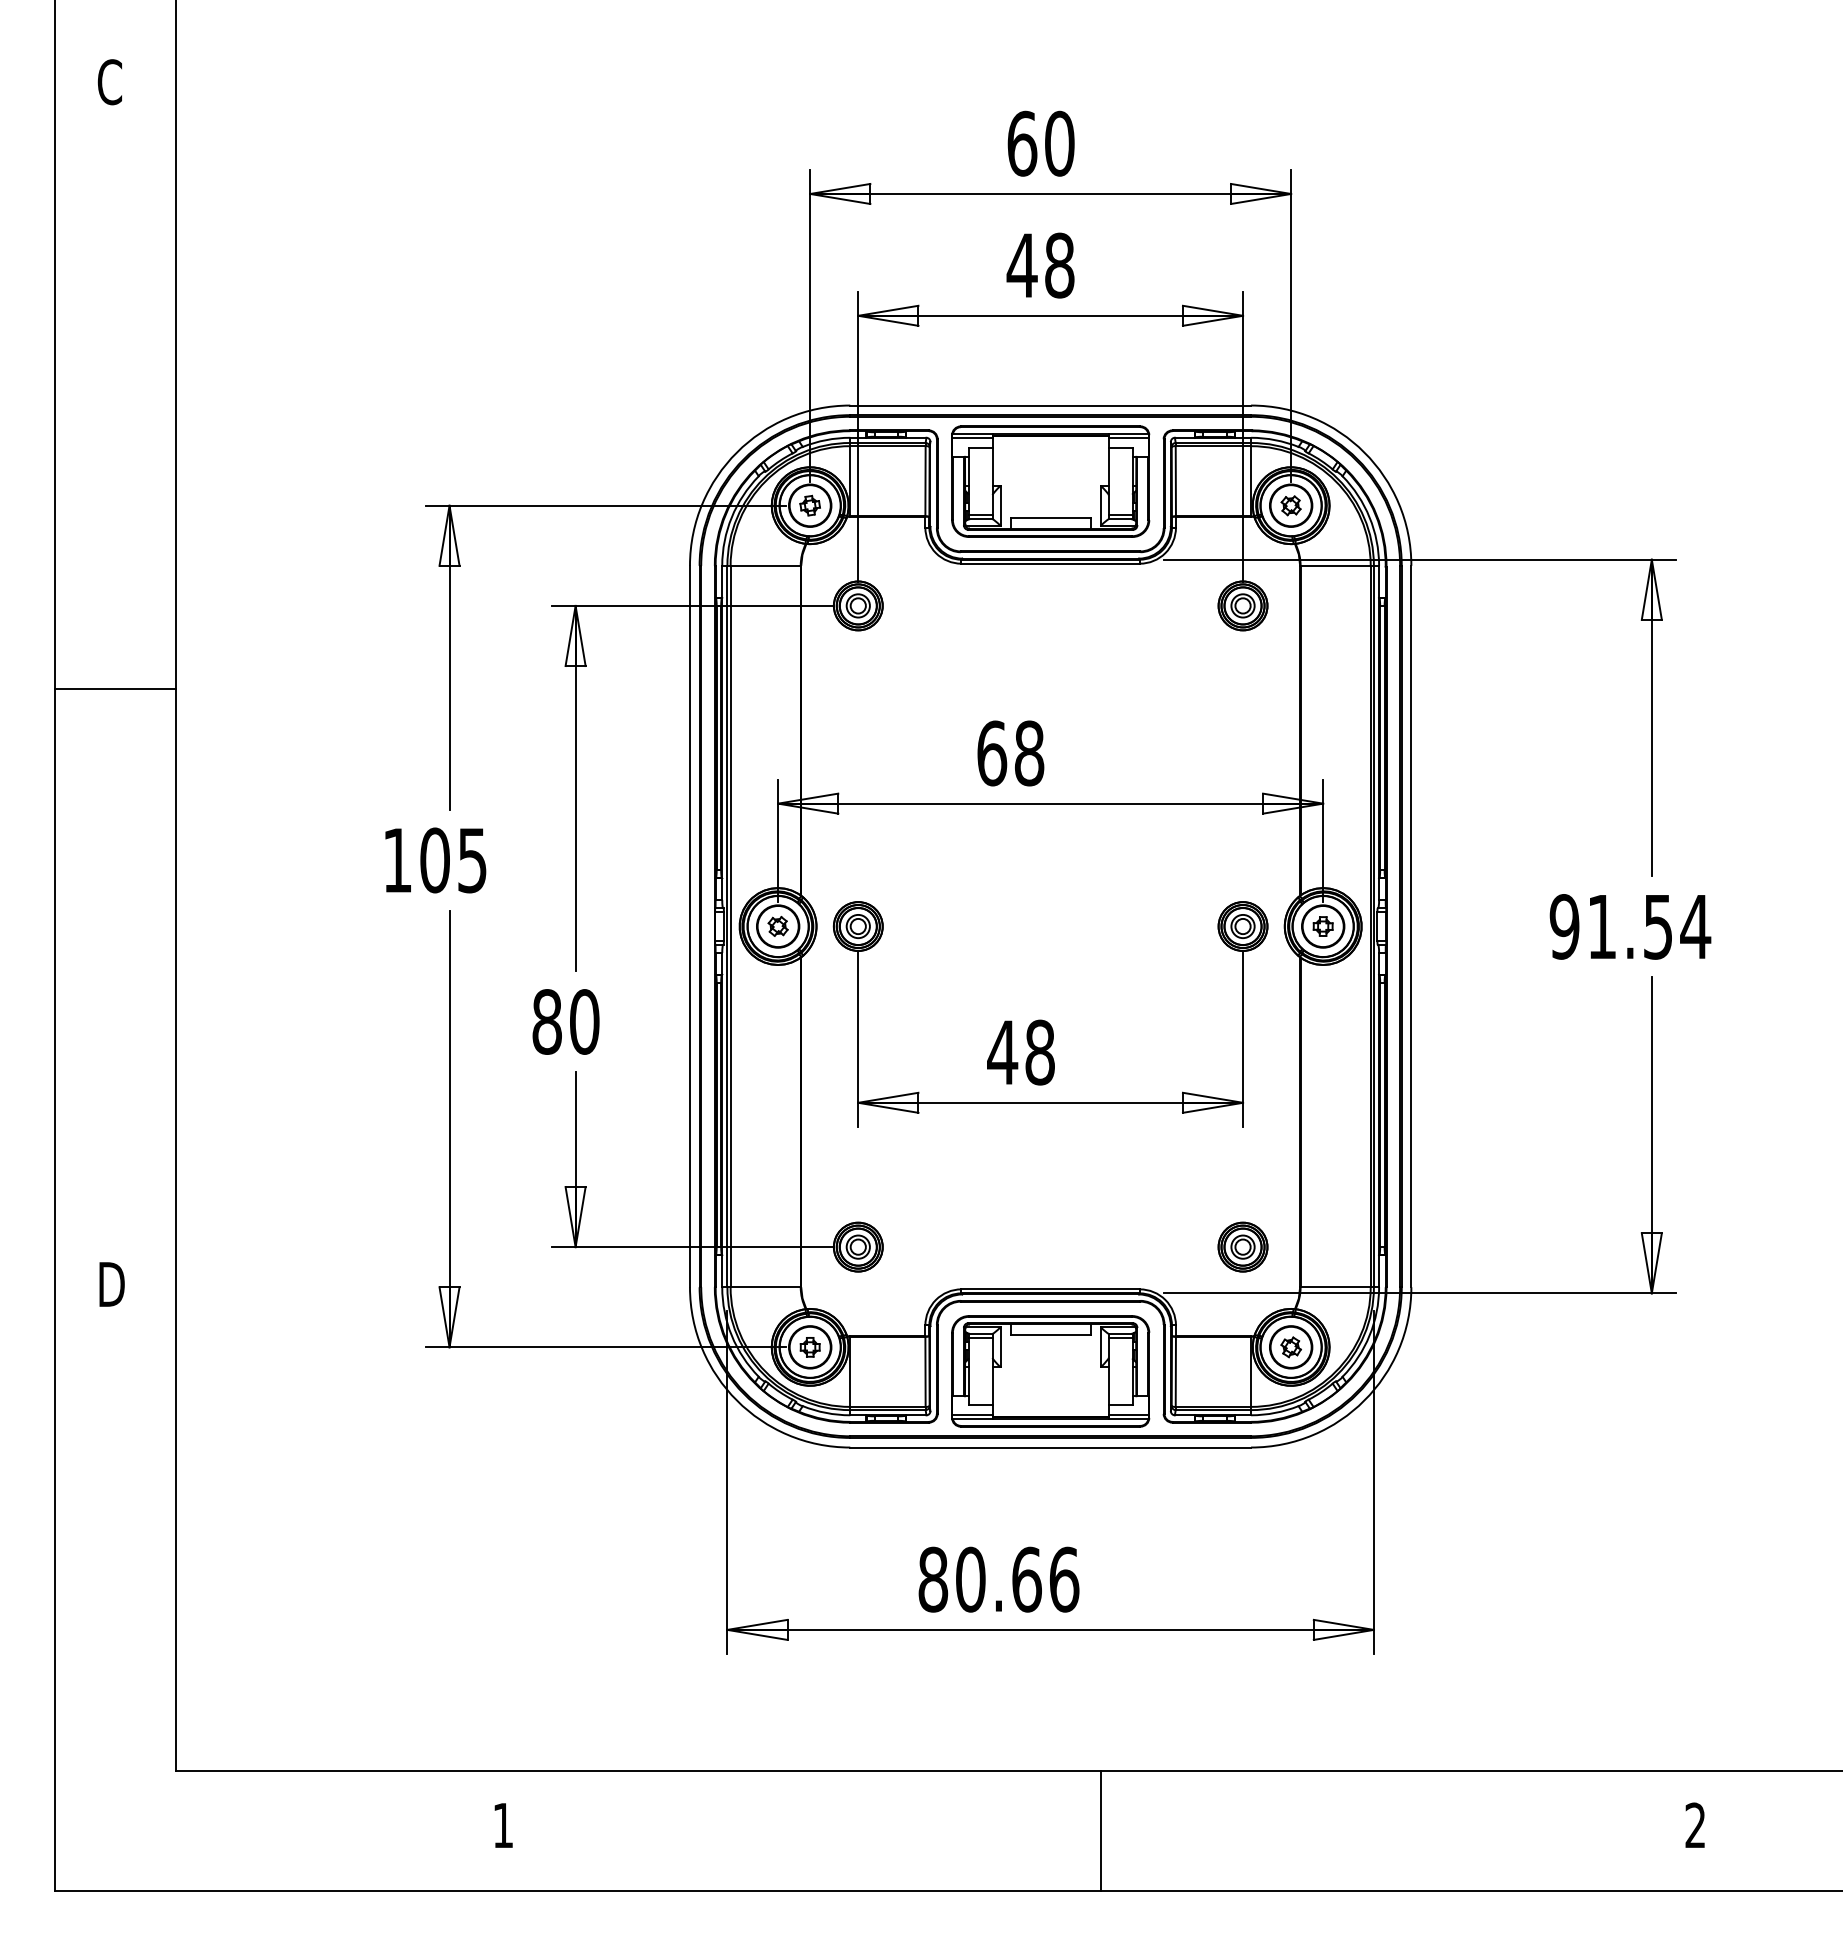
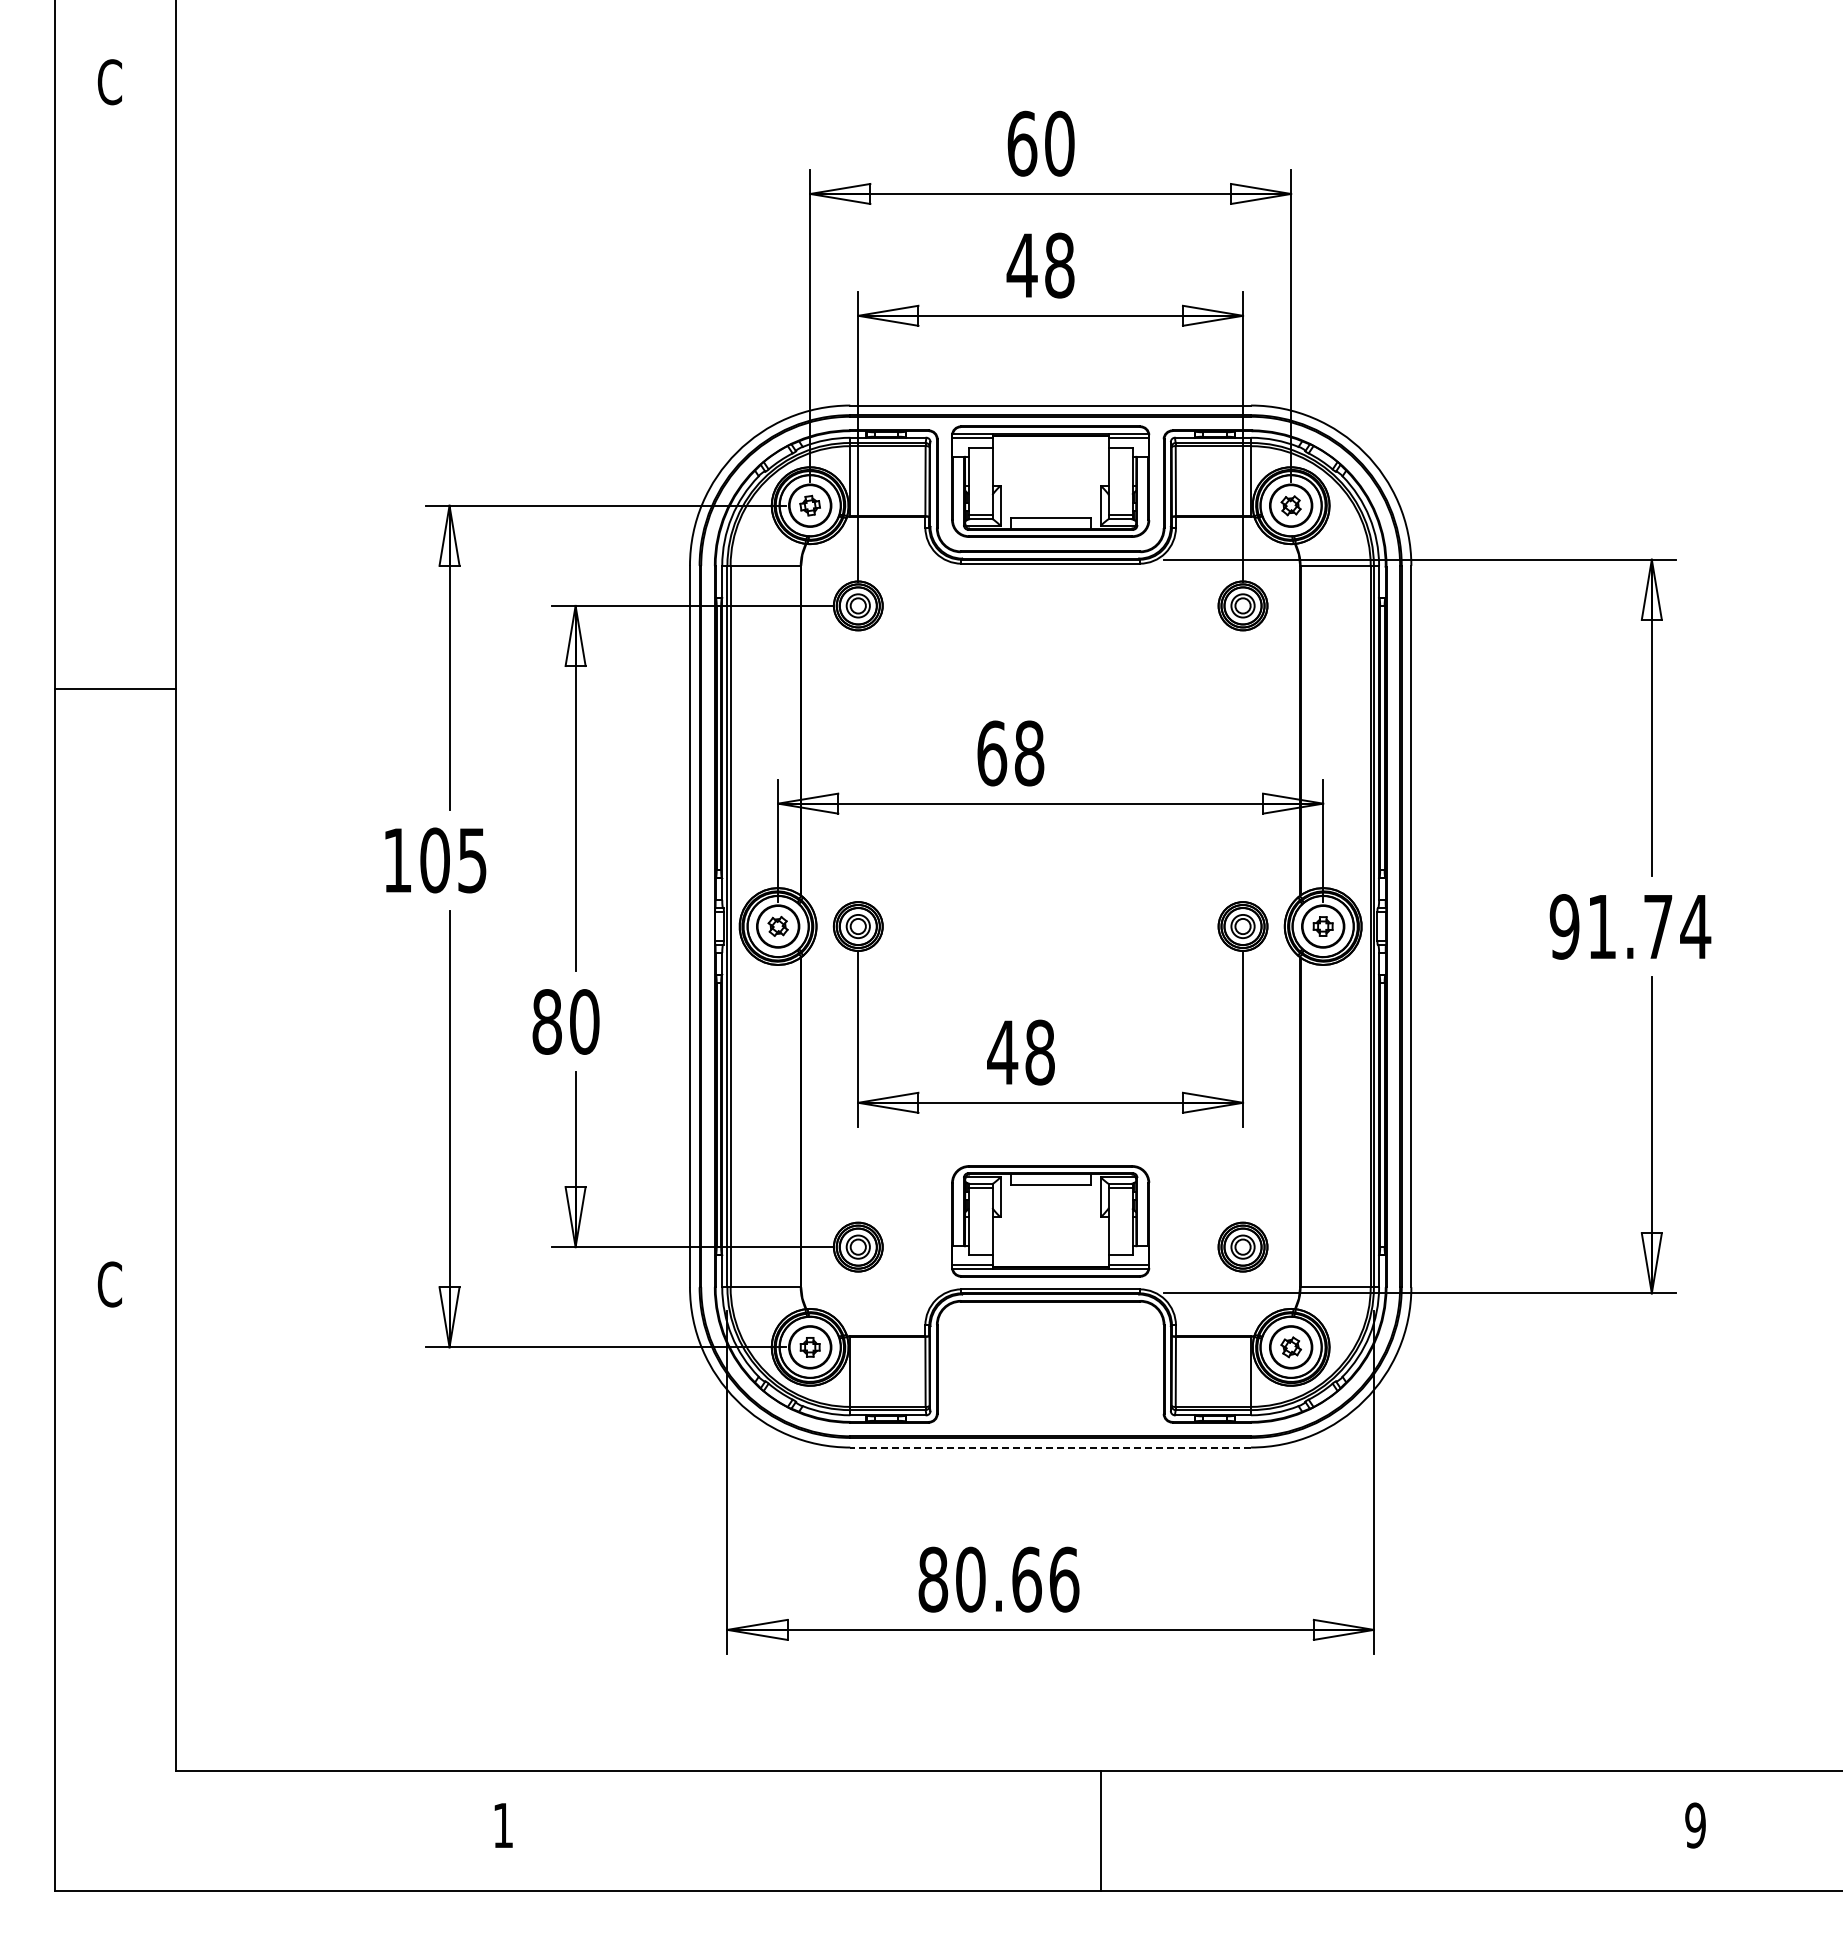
text at (1658, 927): 91.54 -> 91.74
text at (110, 1284): D -> C
part at (1050, 1371) position: (1050, 1371) -> (1050, 1221)
line at (1050, 1447): solid -> dashed
text at (1695, 1825): 2 -> 9
